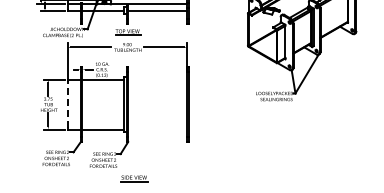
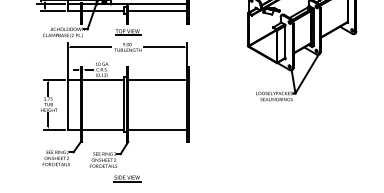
line at (157, 79): none -> present
line at (67, 104): dashed -> solid
line at (157, 129): none -> present
part at (134, 178) position: (134, 178) -> (127, 178)
